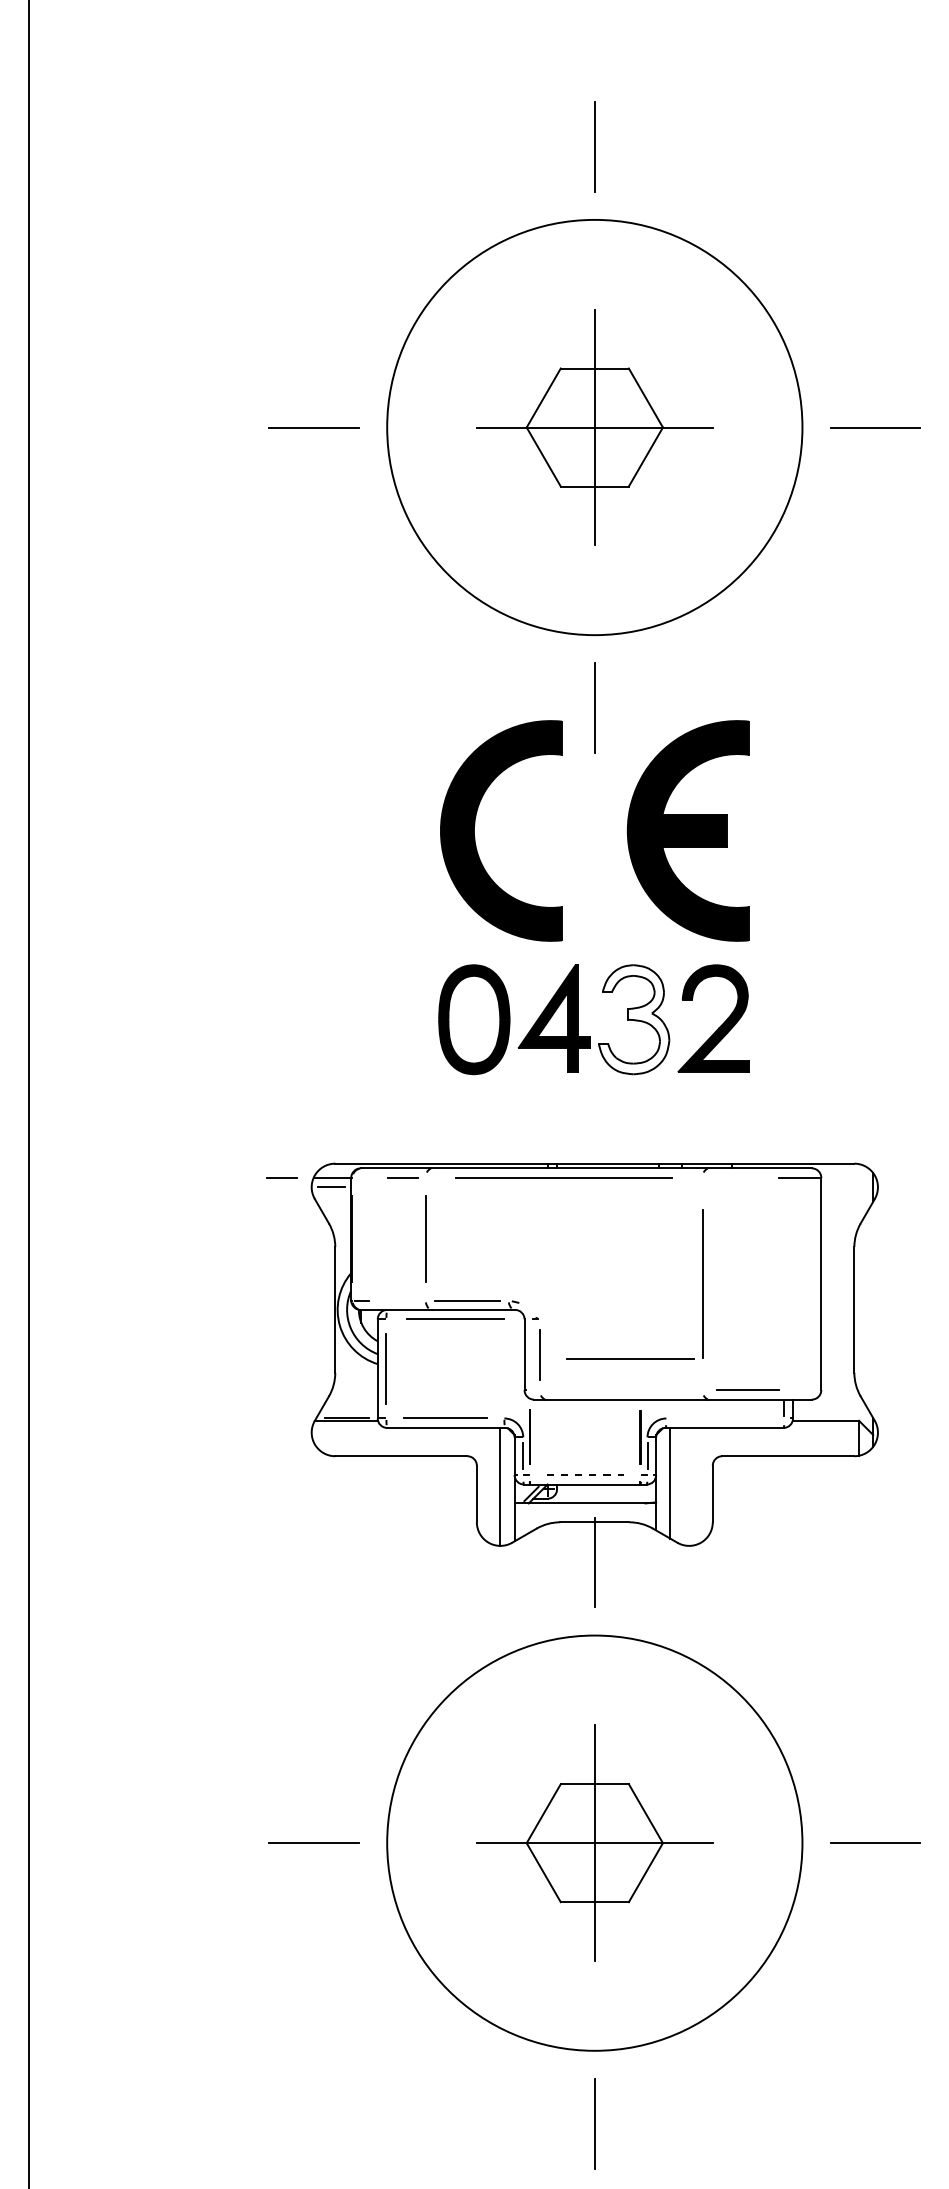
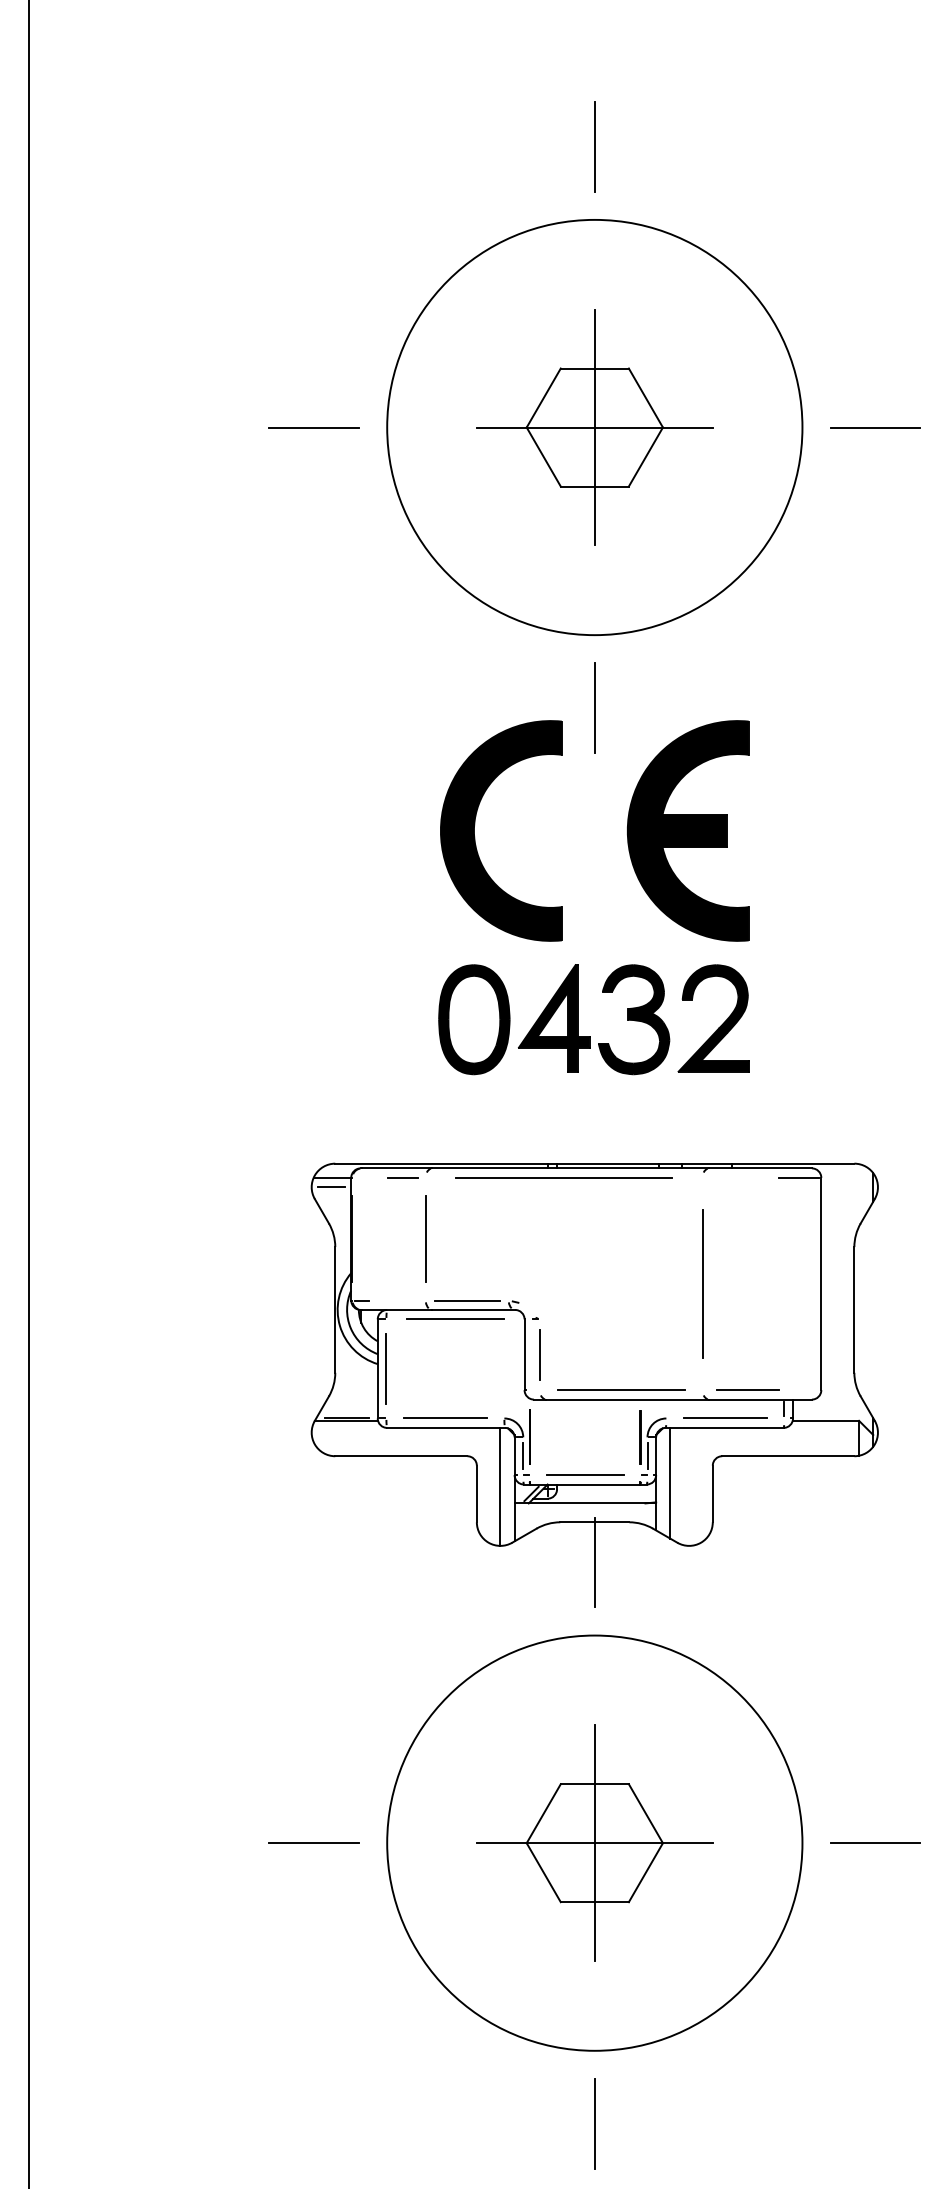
fill at (633, 1019): none -> present
line at (281, 1177): present -> none
line at (630, 1358) position: (630, 1358) -> (621, 1389)
line at (725, 1418): none -> present
line at (585, 1475): dashed -> solid
